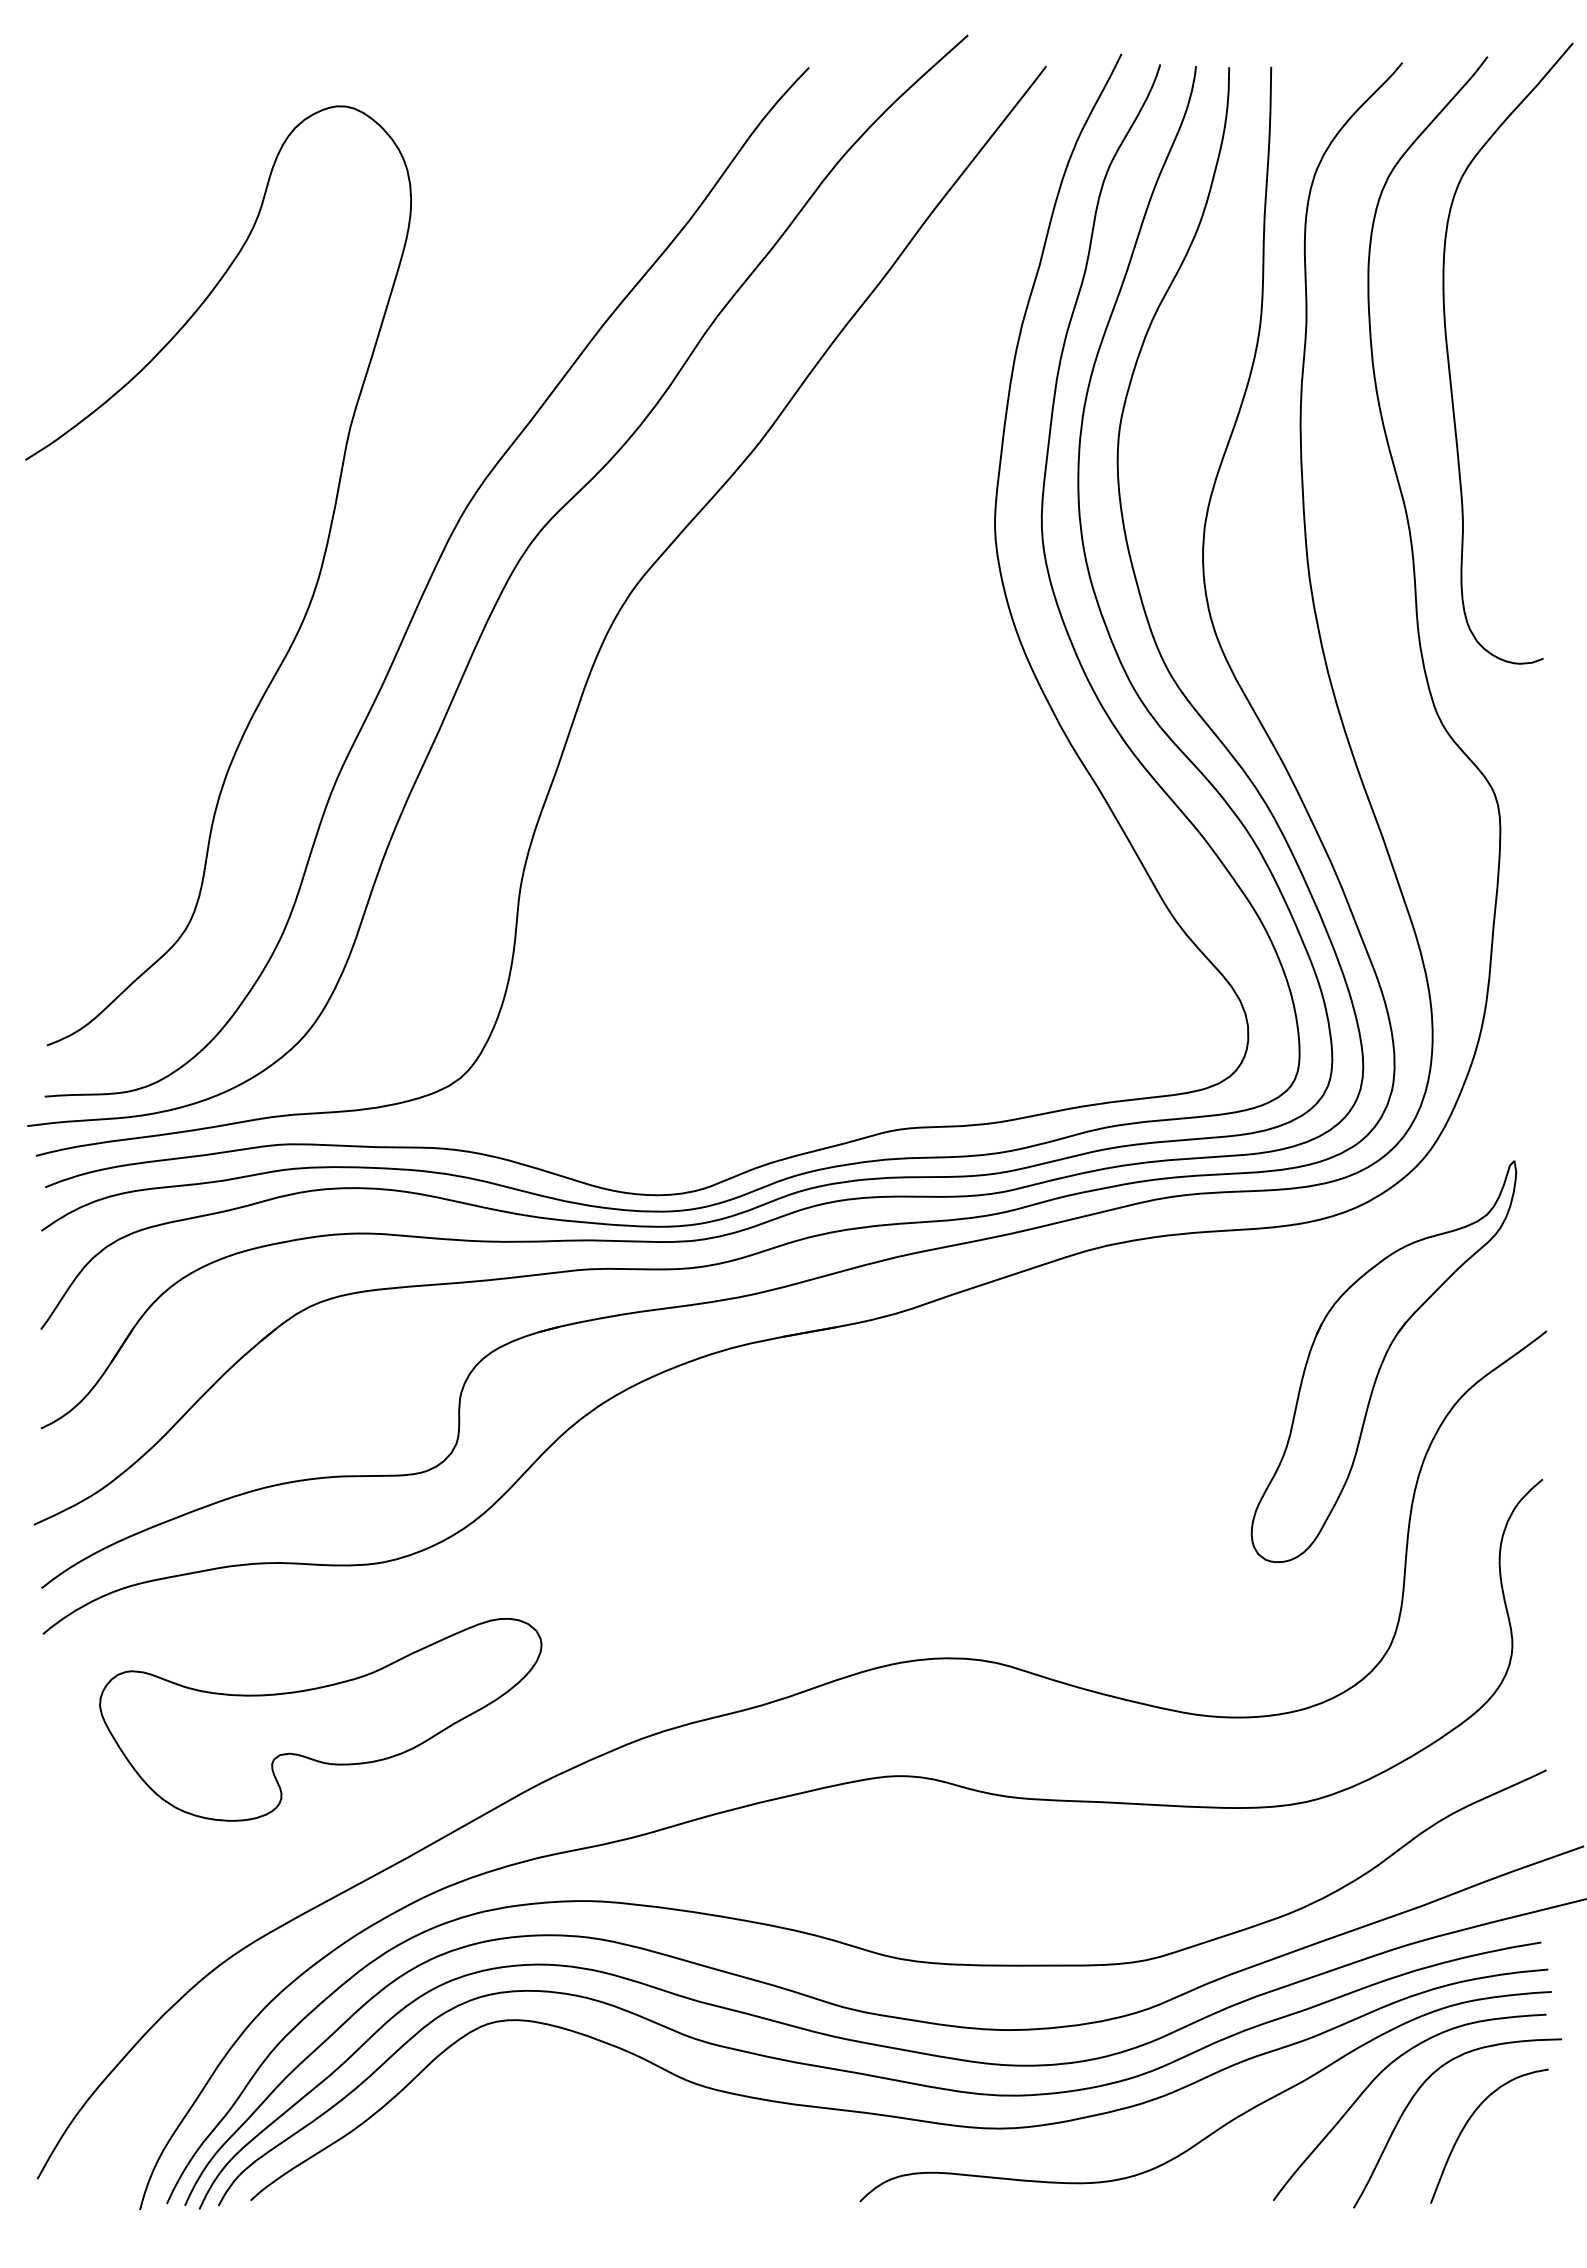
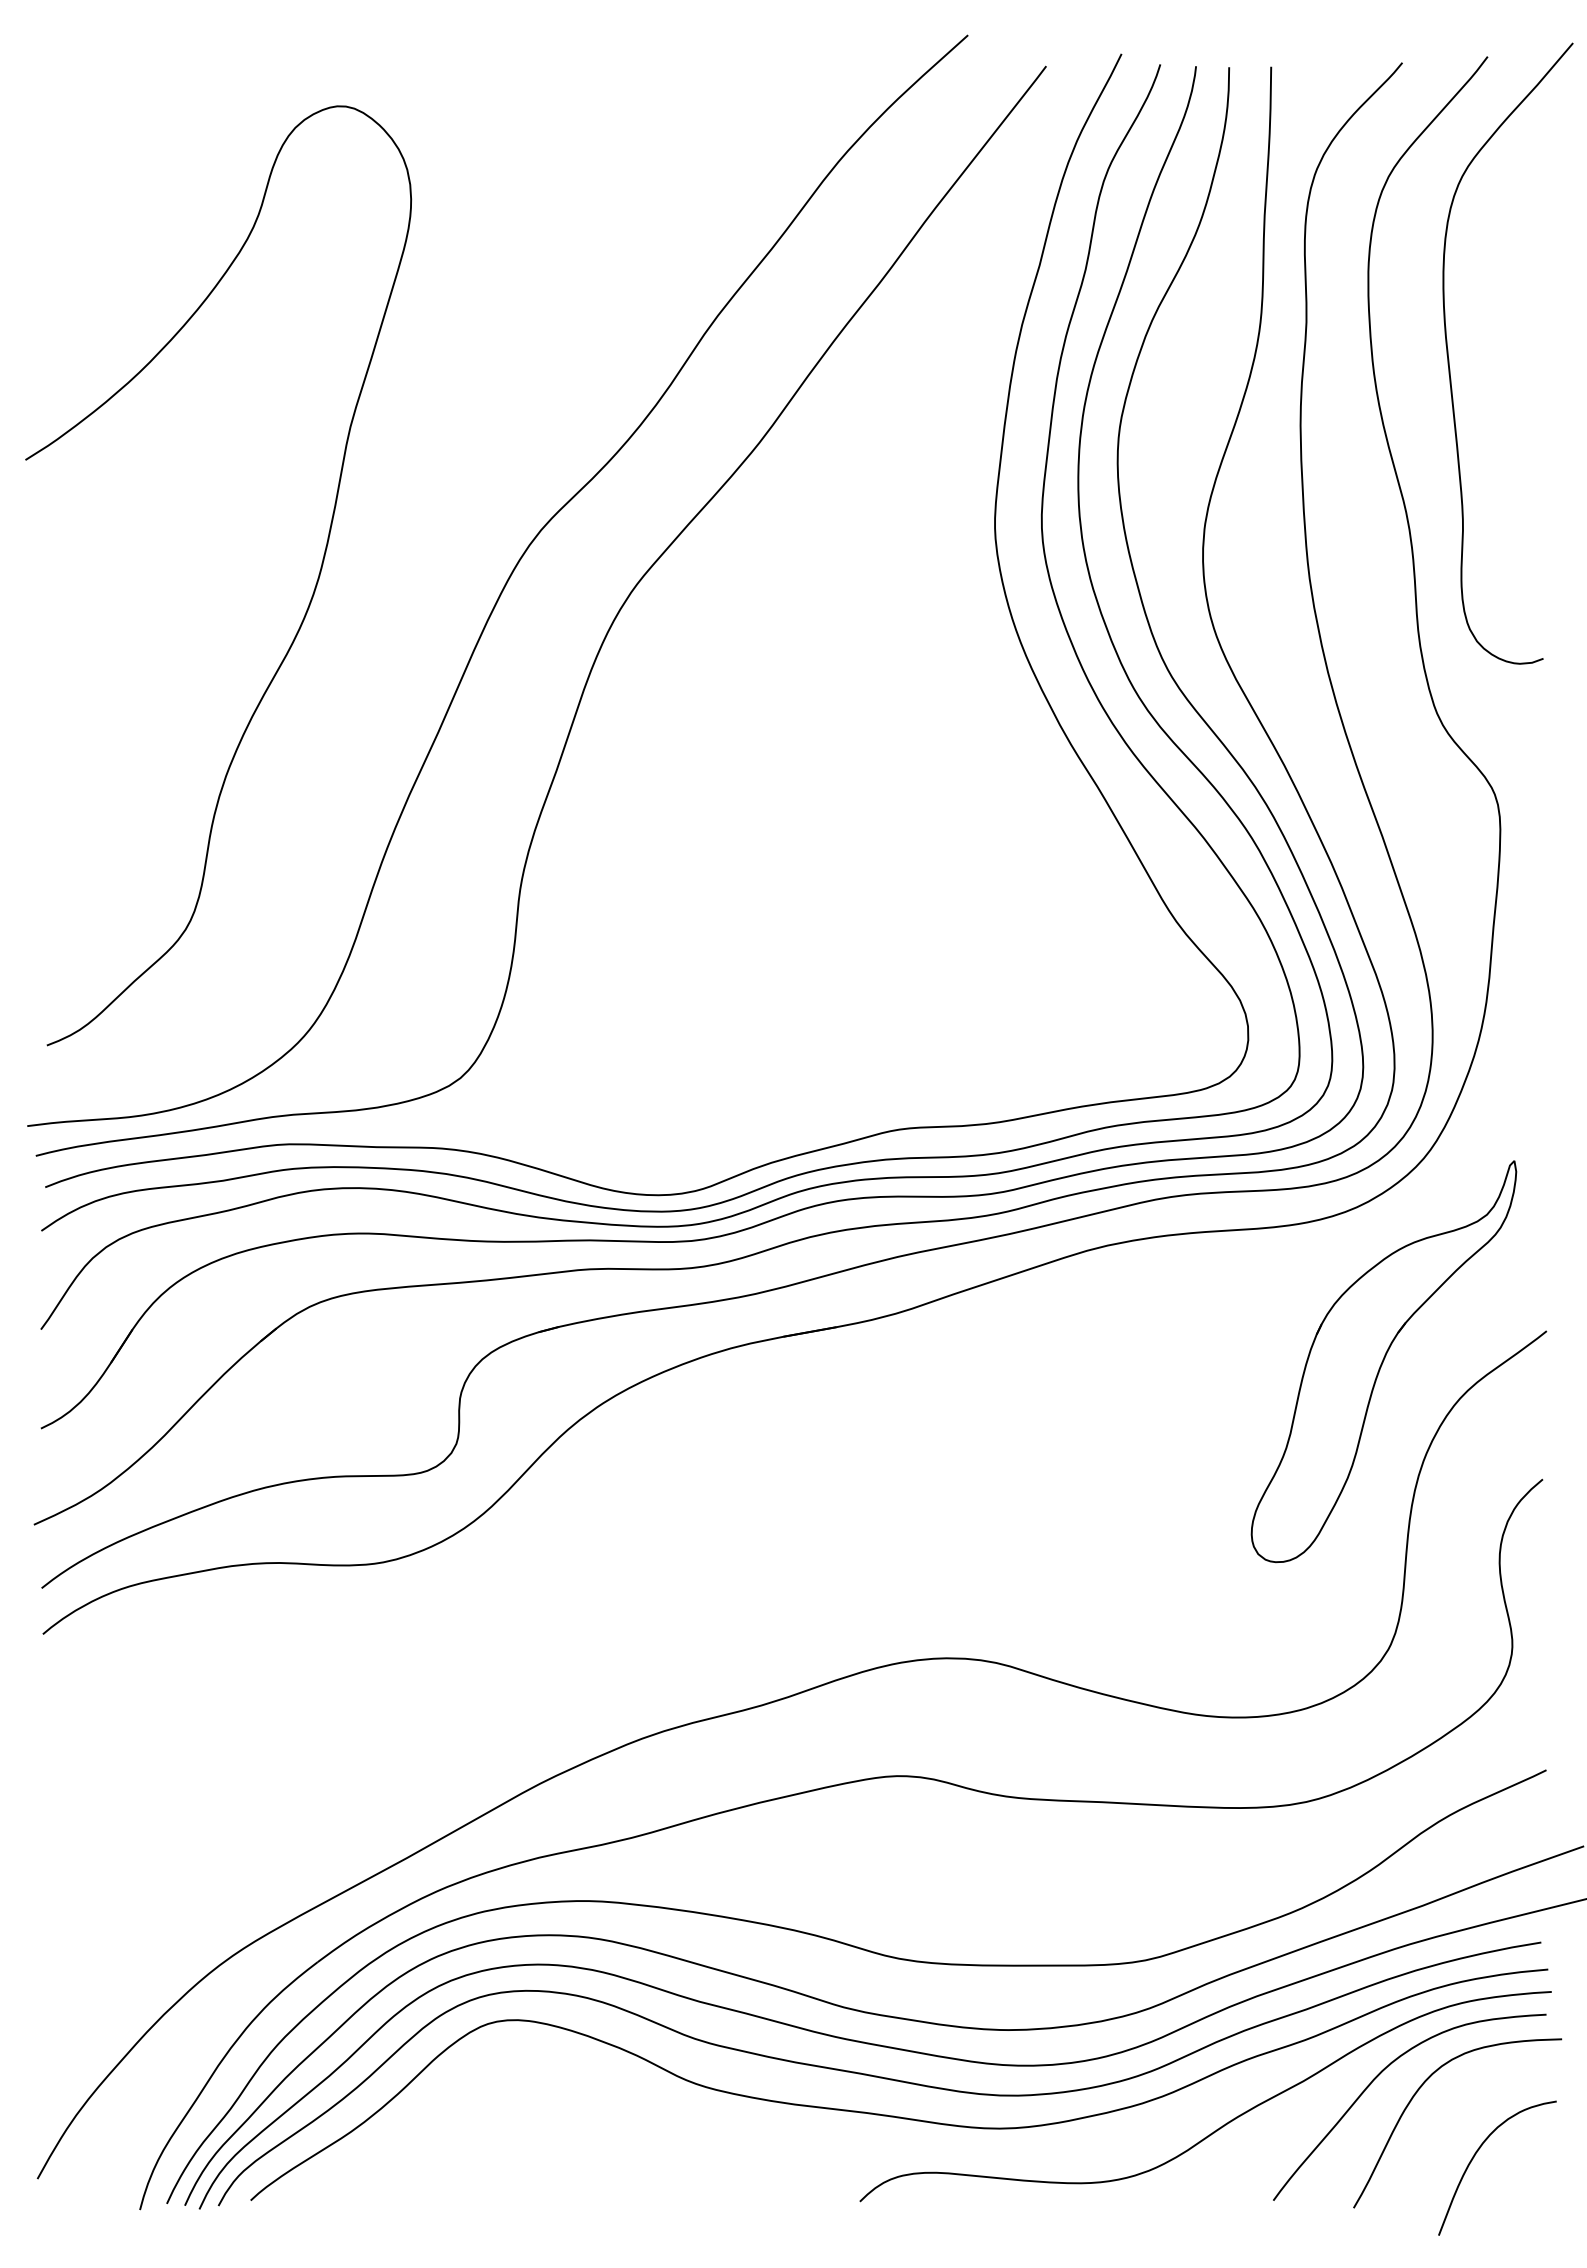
curve at (427, 582): present -> none
part at (320, 1719): present -> none
curve at (1468, 2122) position: (1468, 2122) -> (1476, 2154)
